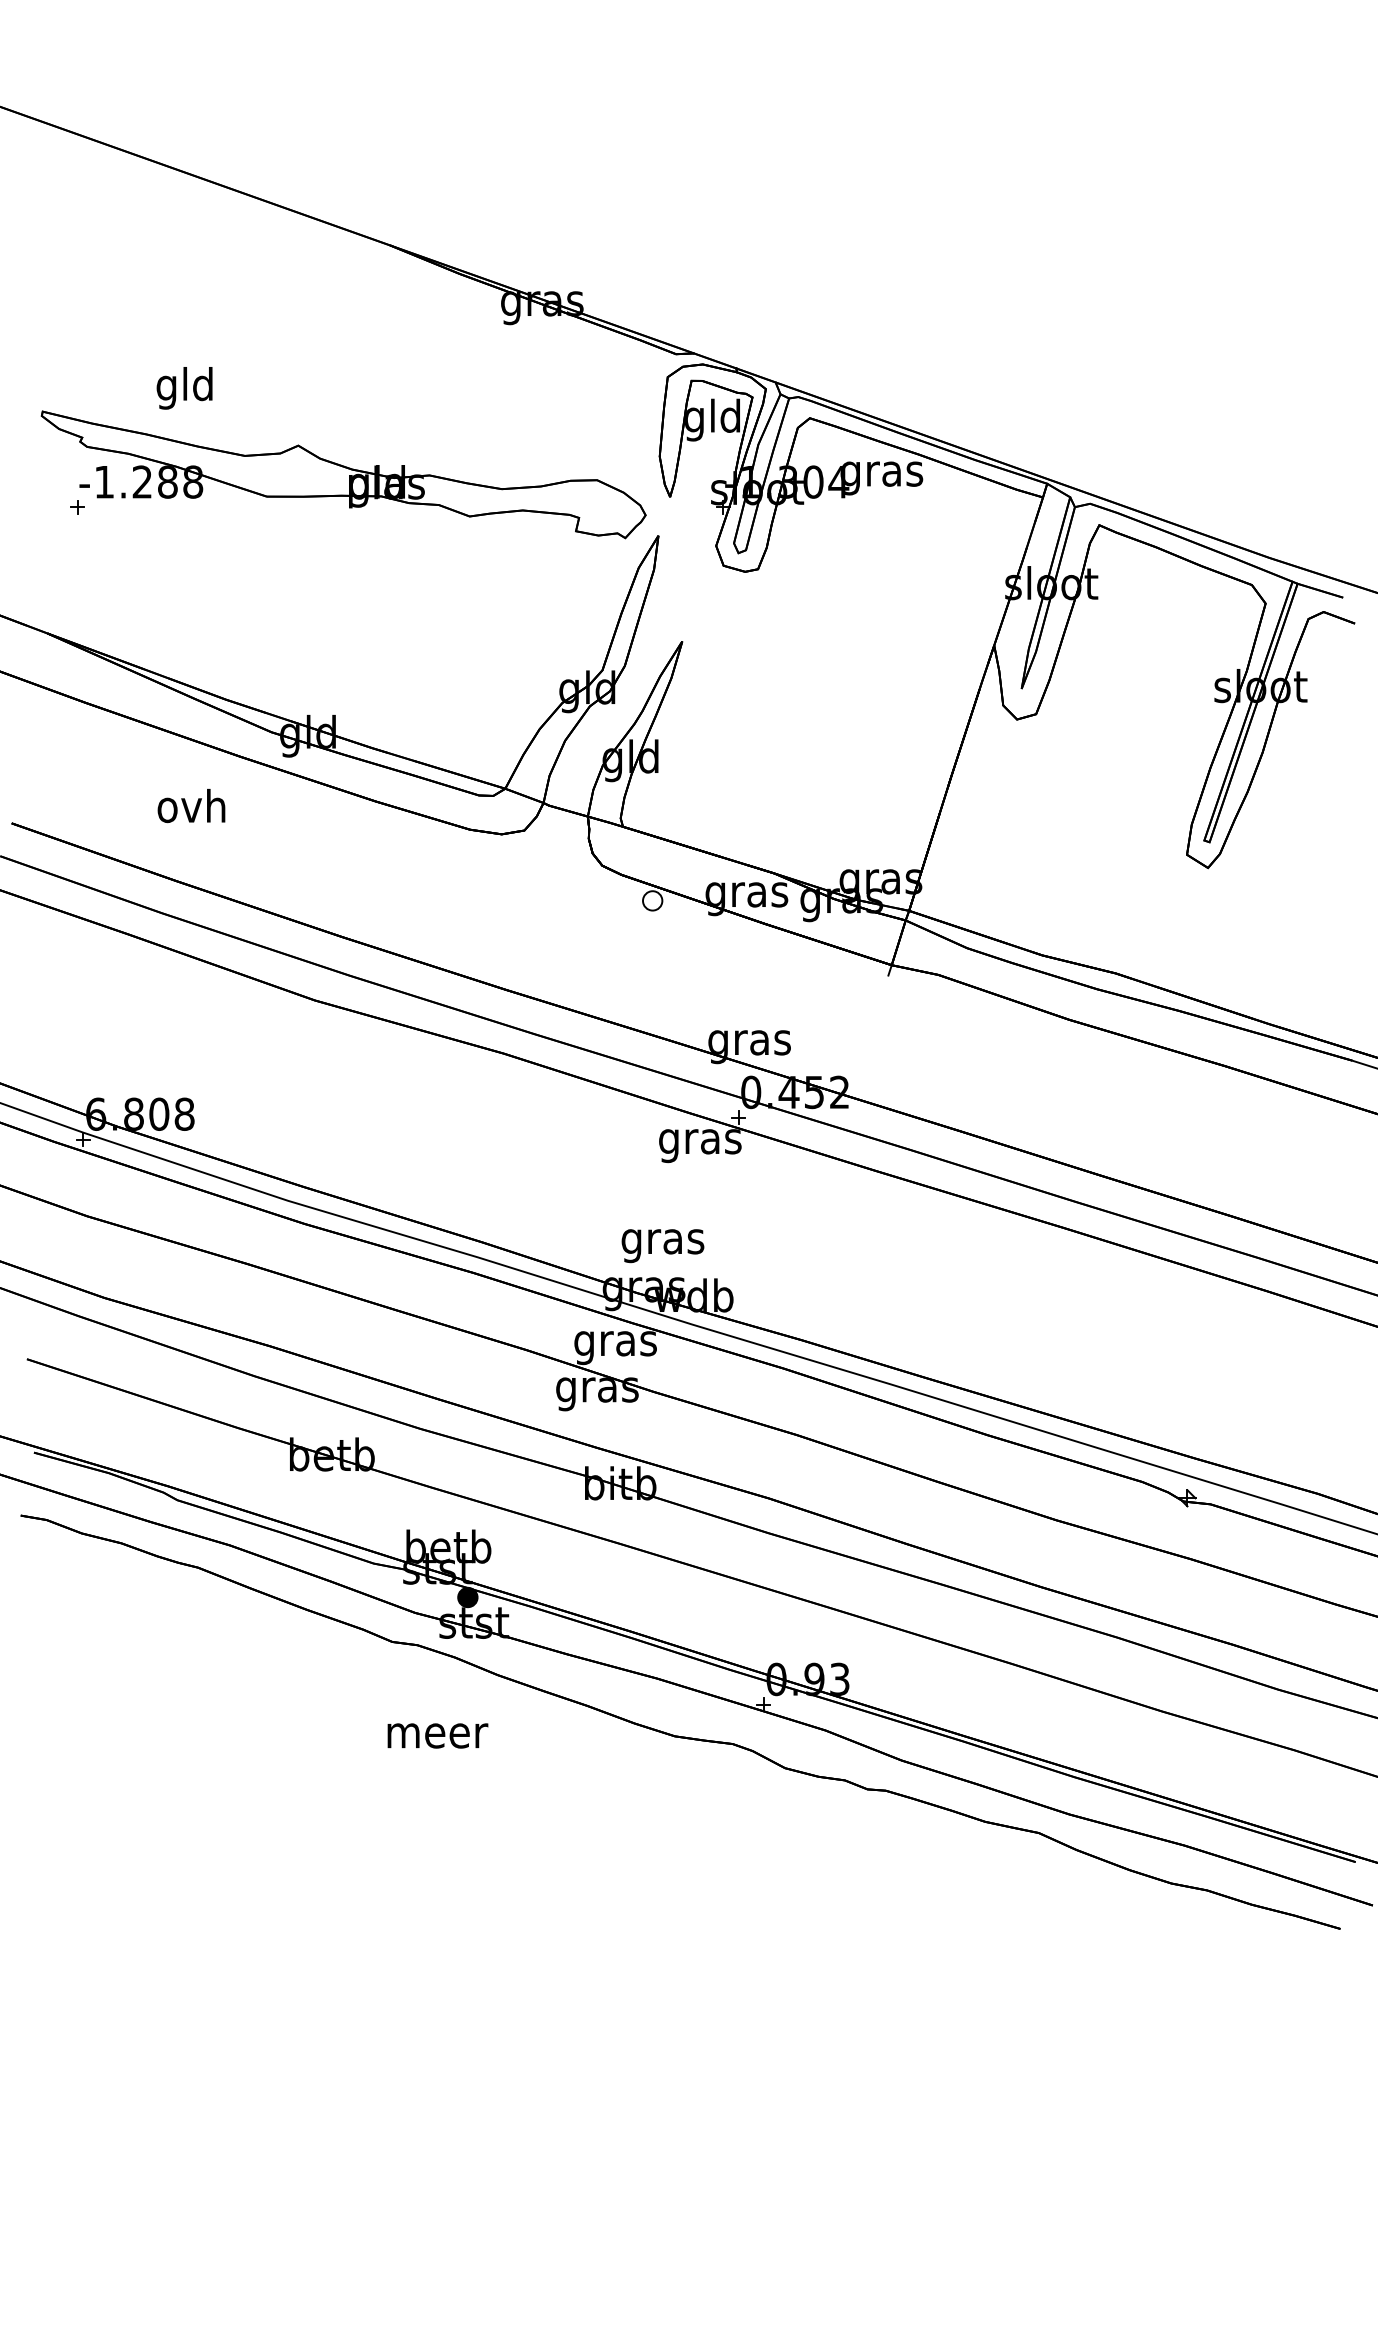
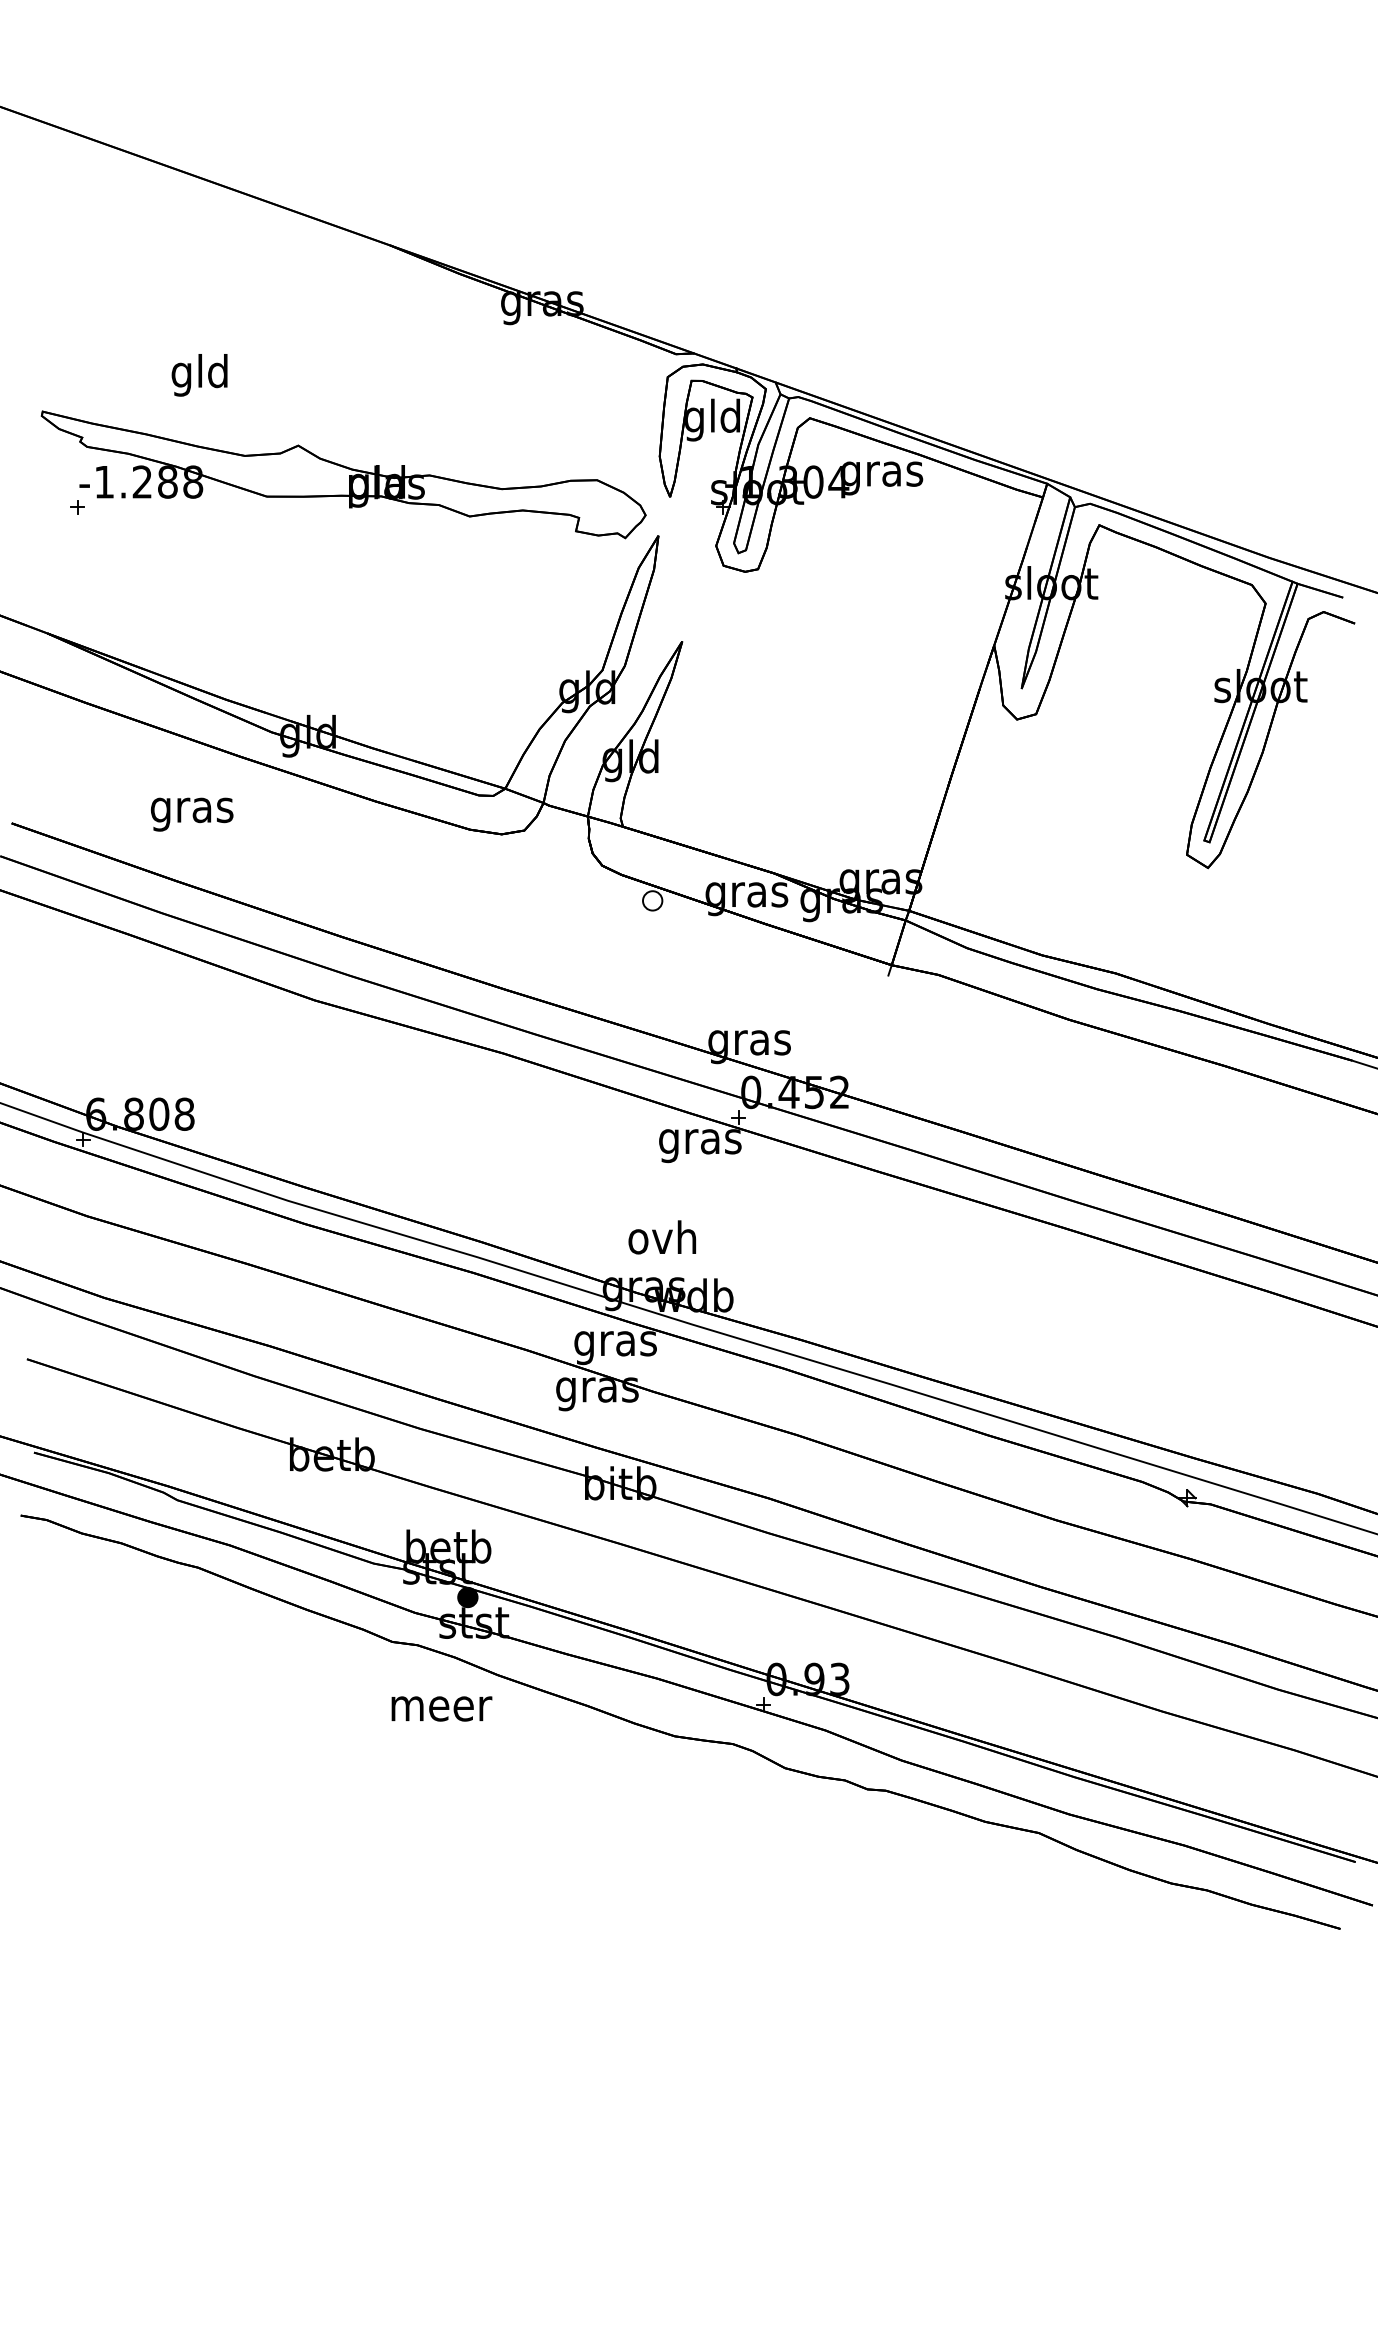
text at (184, 388) position: (184, 388) -> (199, 375)
text at (191, 809): ovh -> gras
text at (662, 1241): gras -> ovh
text at (437, 1735) position: (437, 1735) -> (441, 1708)
